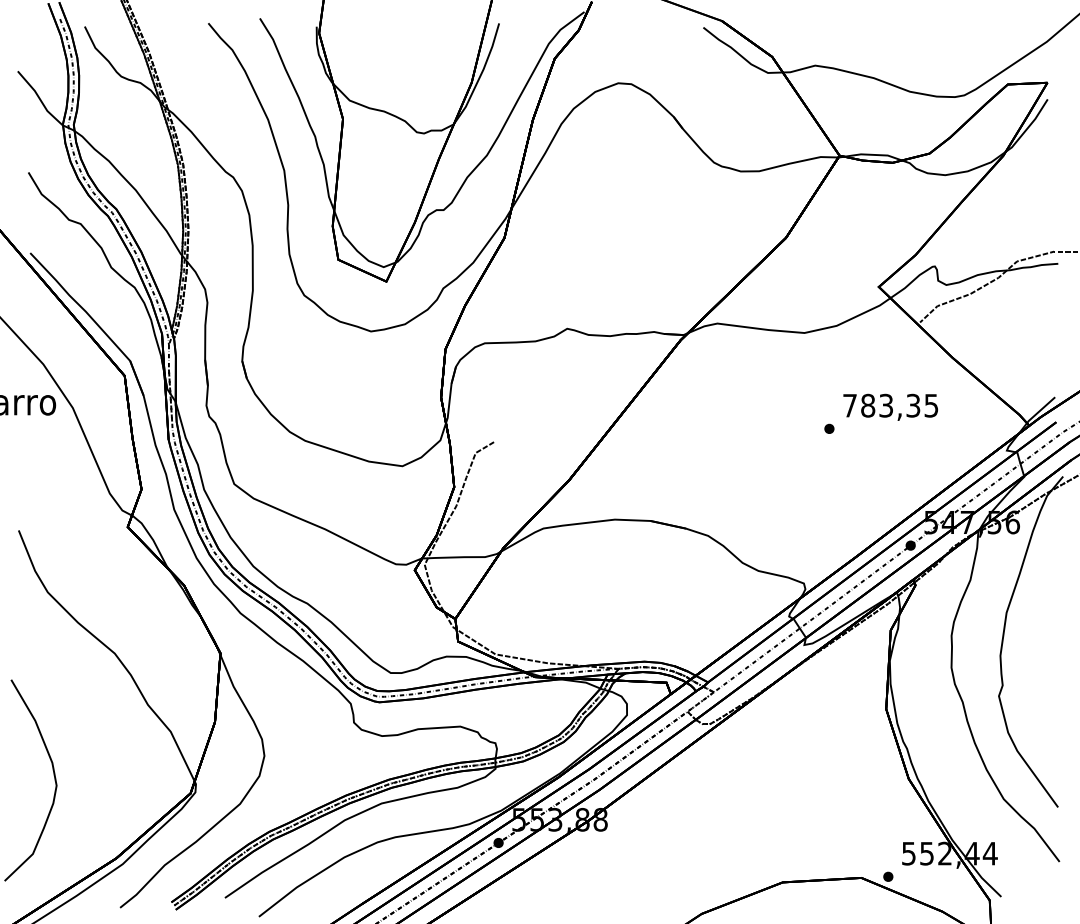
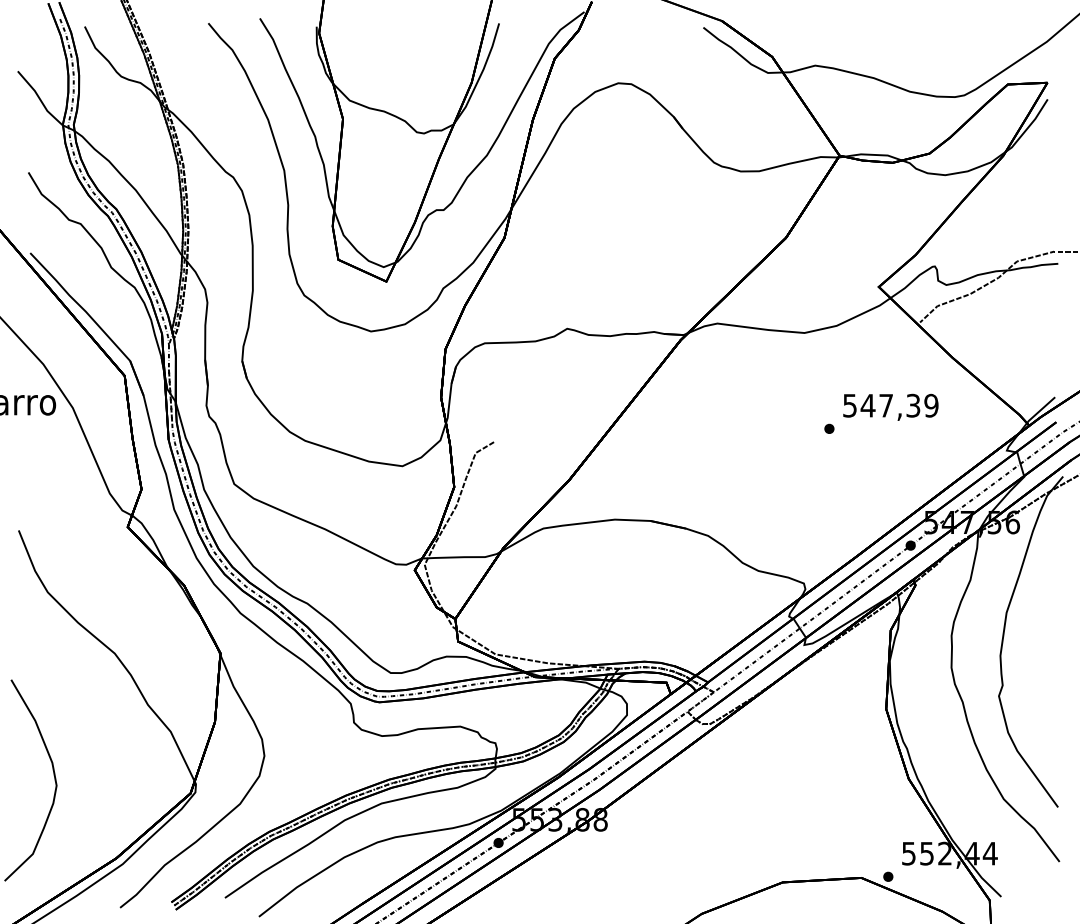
text at (890, 405): 783,35 -> 547,39
